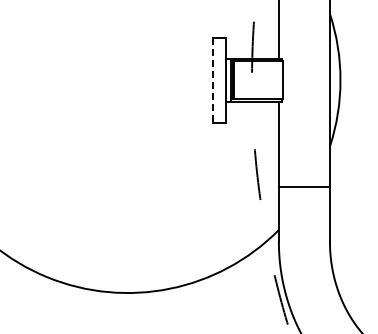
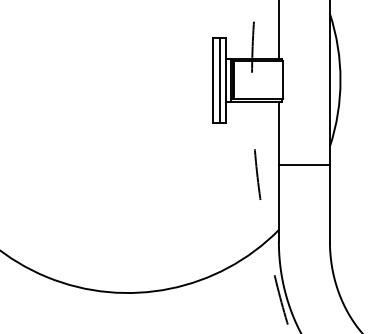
line at (219, 79): none -> present
line at (212, 80): dashed -> solid
line at (303, 187) position: (303, 187) -> (303, 165)
